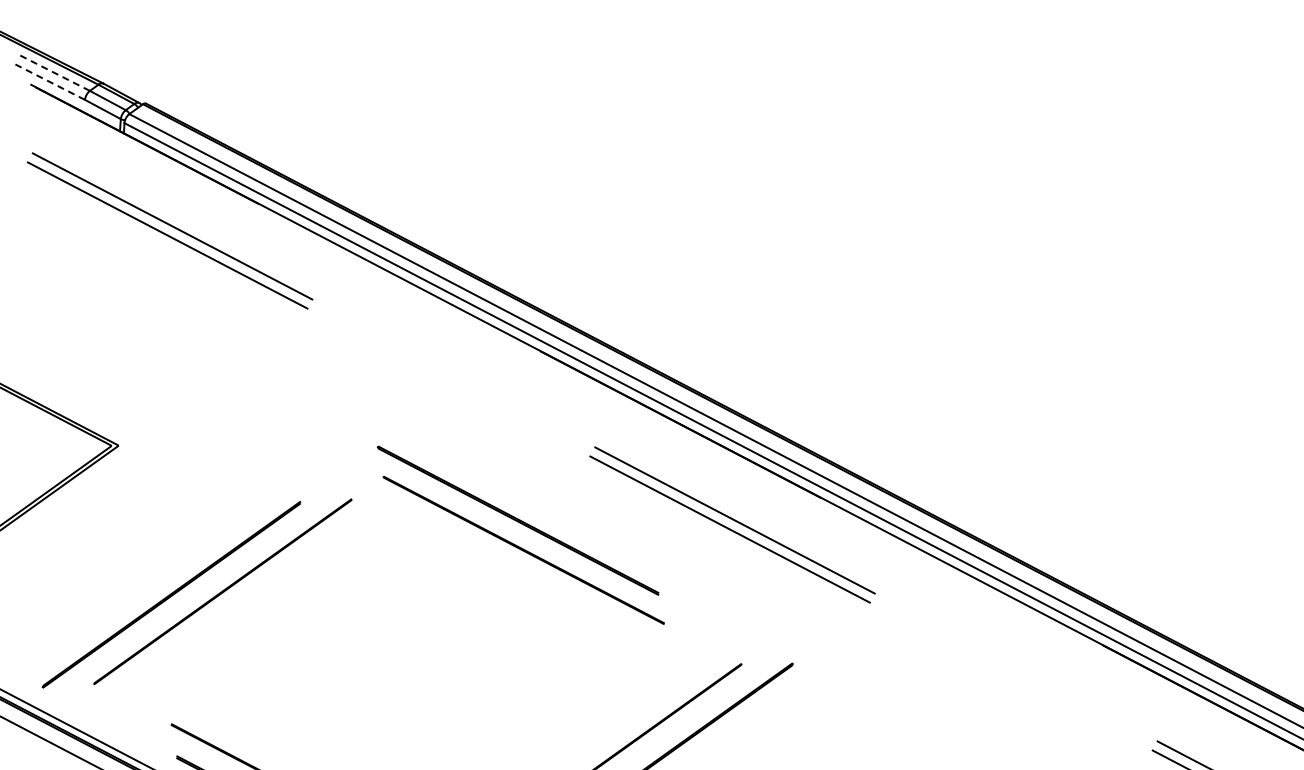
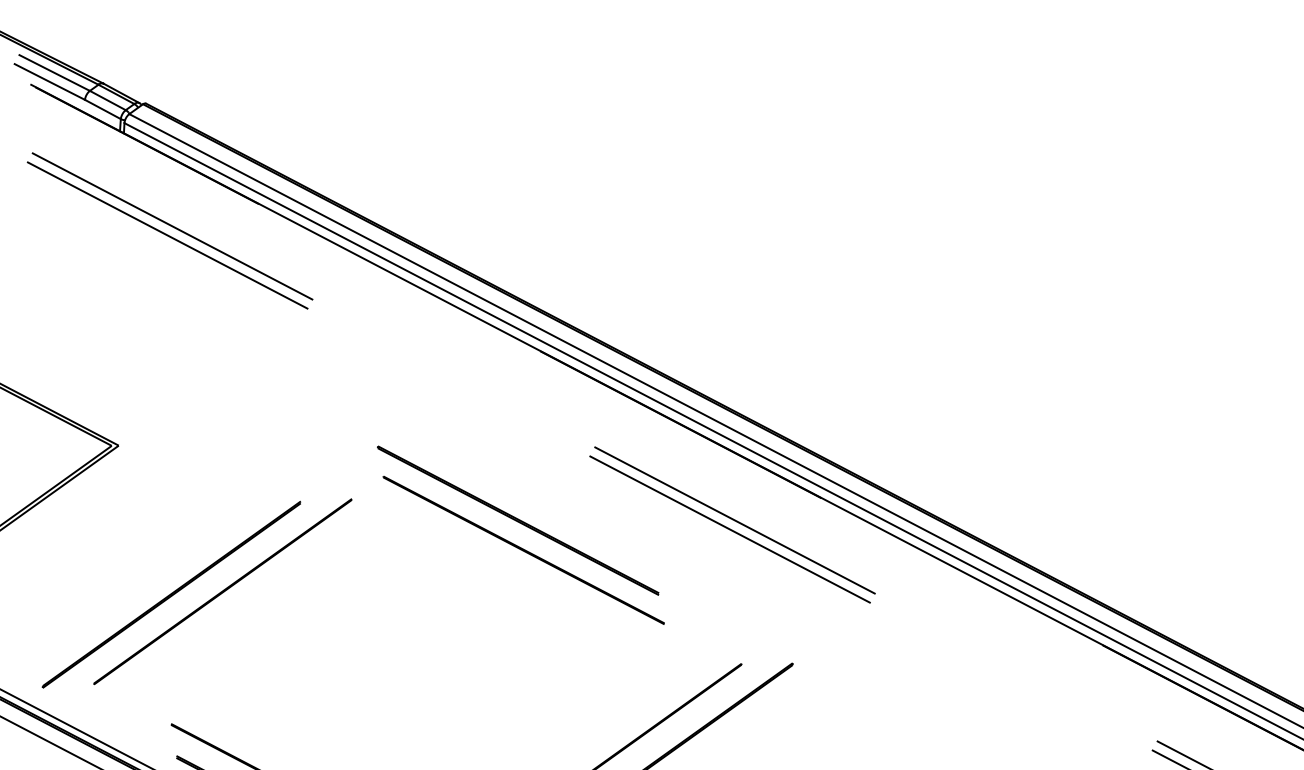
line at (54, 73): dashed -> solid
line at (49, 81): dashed -> solid
